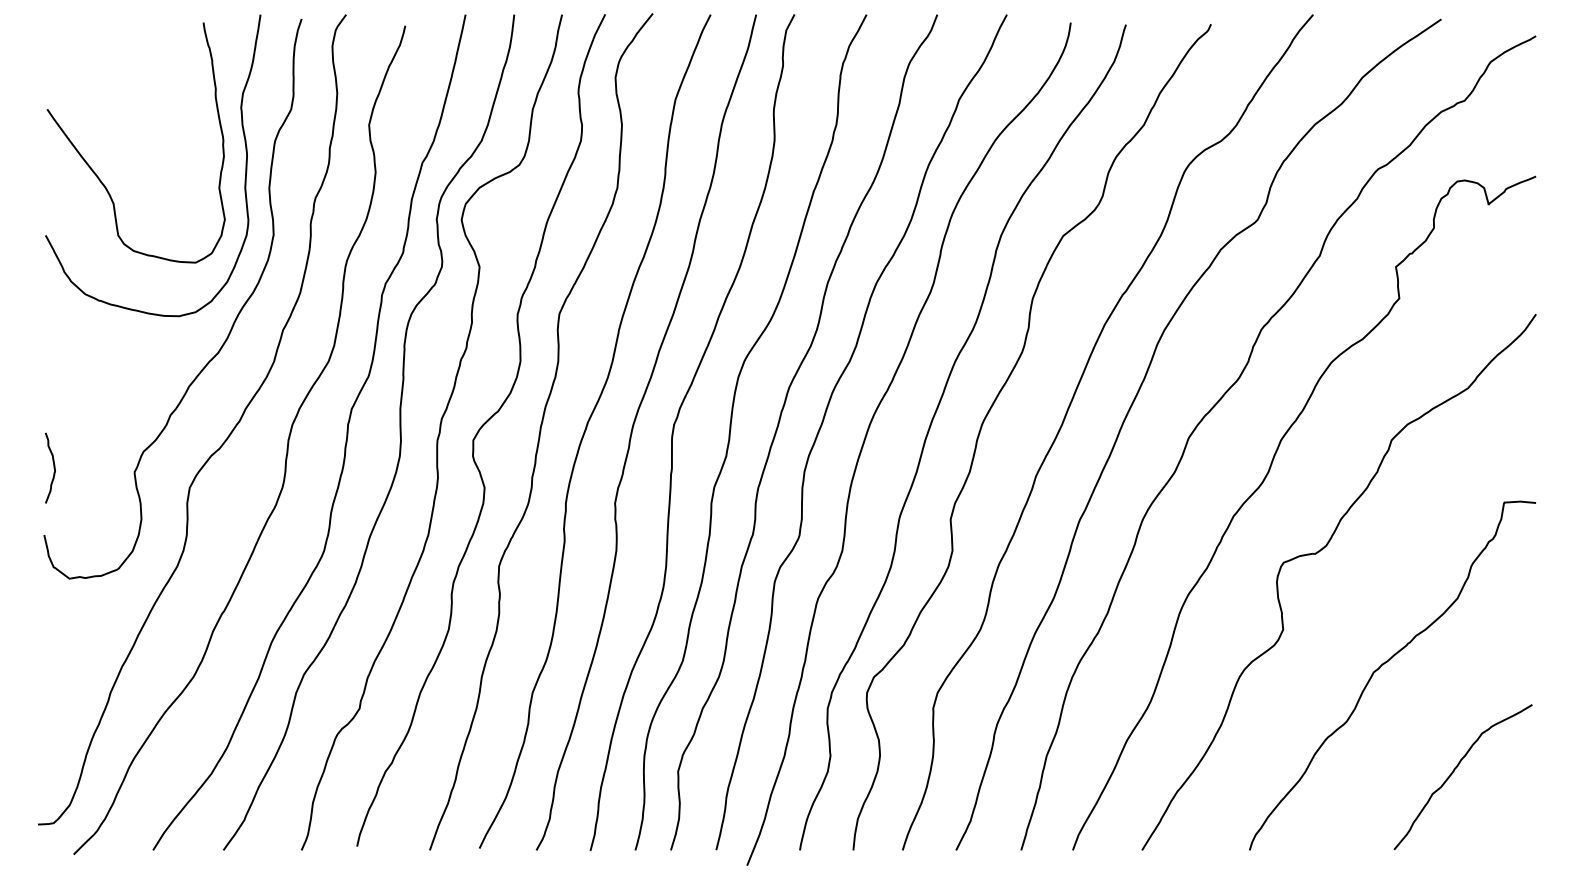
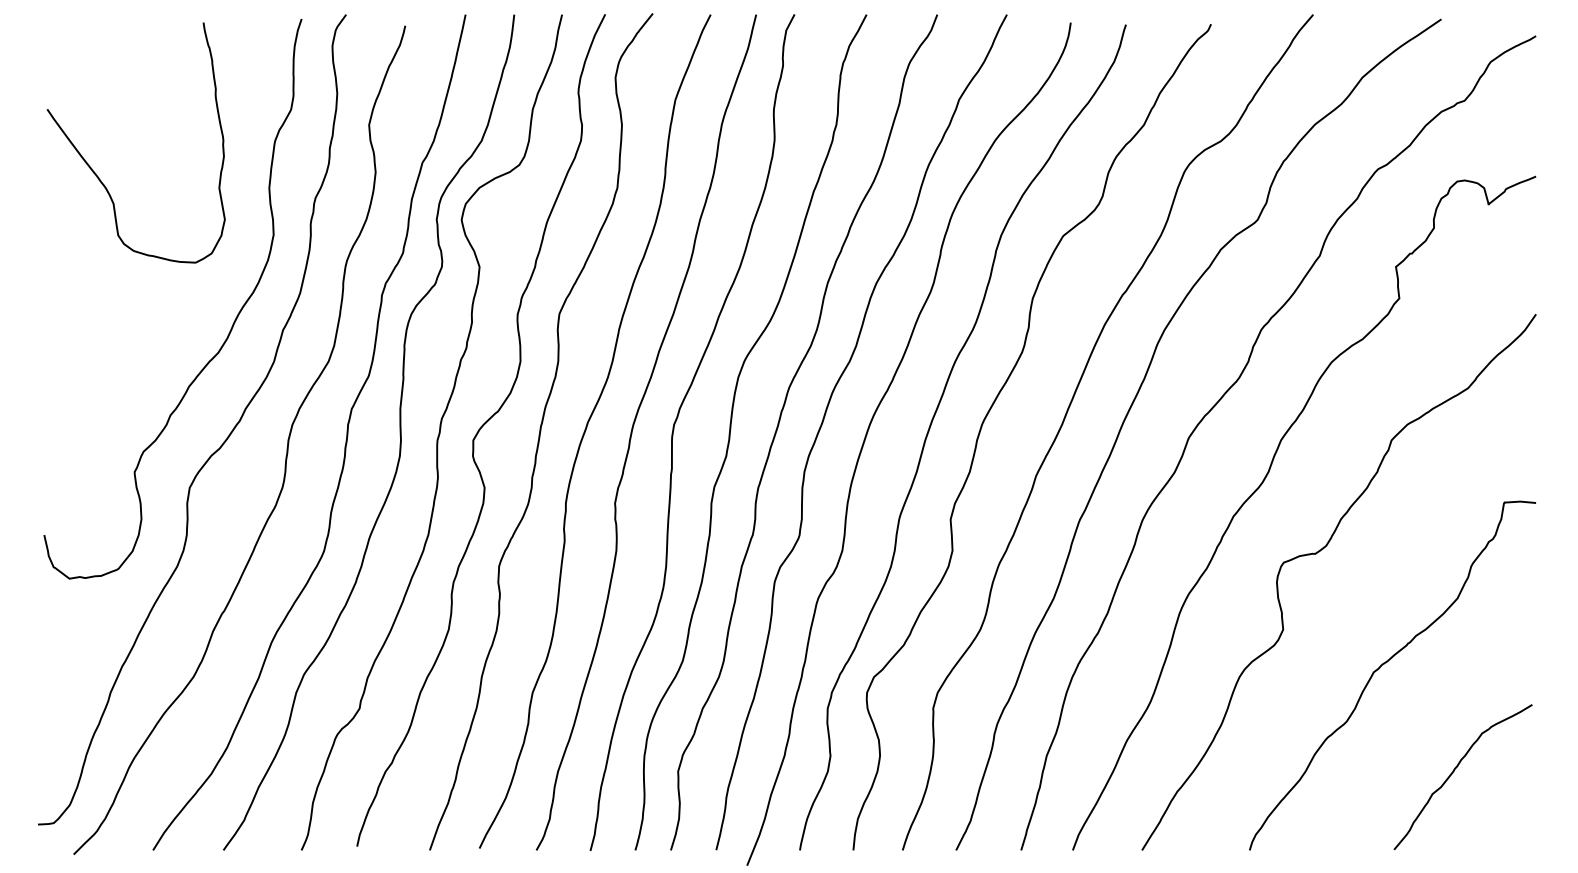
curve at (244, 178): present -> none
curve at (53, 467): present -> none
